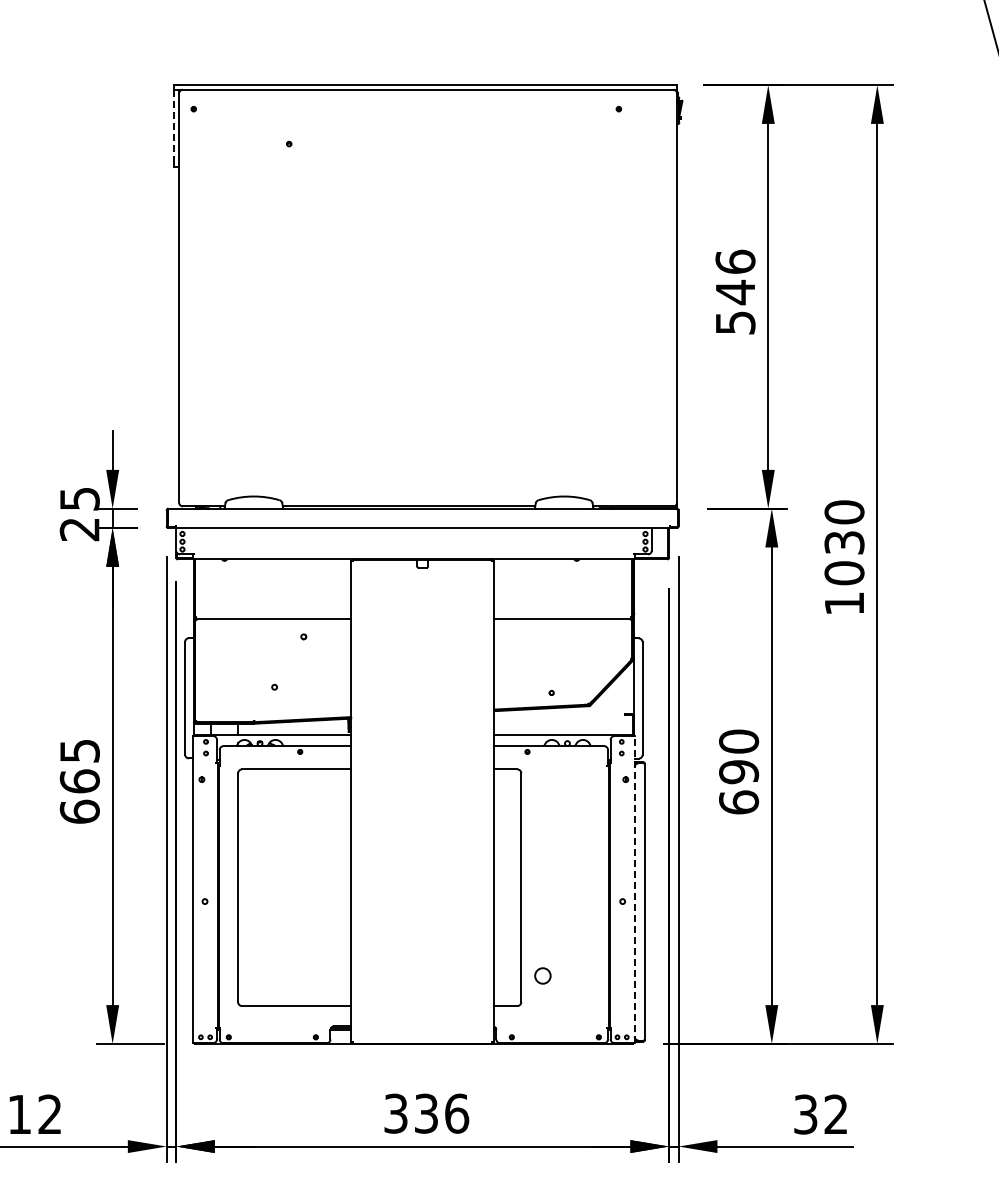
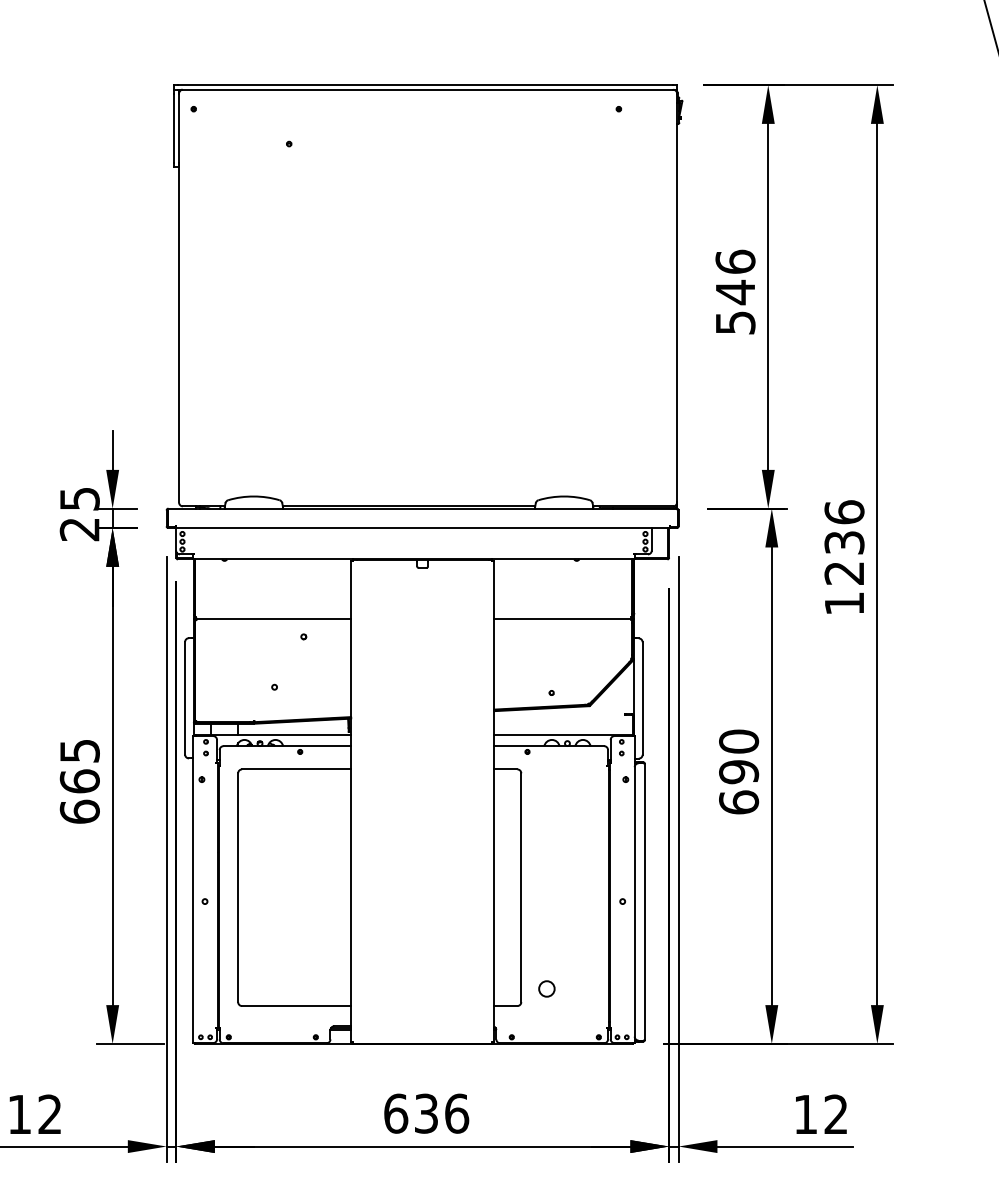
line at (174, 128): dashed -> solid
text at (844, 542): 1030 -> 1236
line at (634, 889): dashed -> solid
circle at (542, 975) position: (542, 975) -> (546, 988)
text at (396, 1113): 336 -> 636
text at (805, 1114): 32 -> 12
